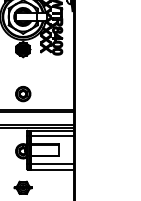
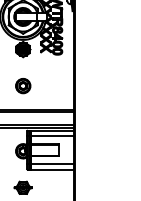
part at (23, 94) position: (23, 94) -> (23, 86)
